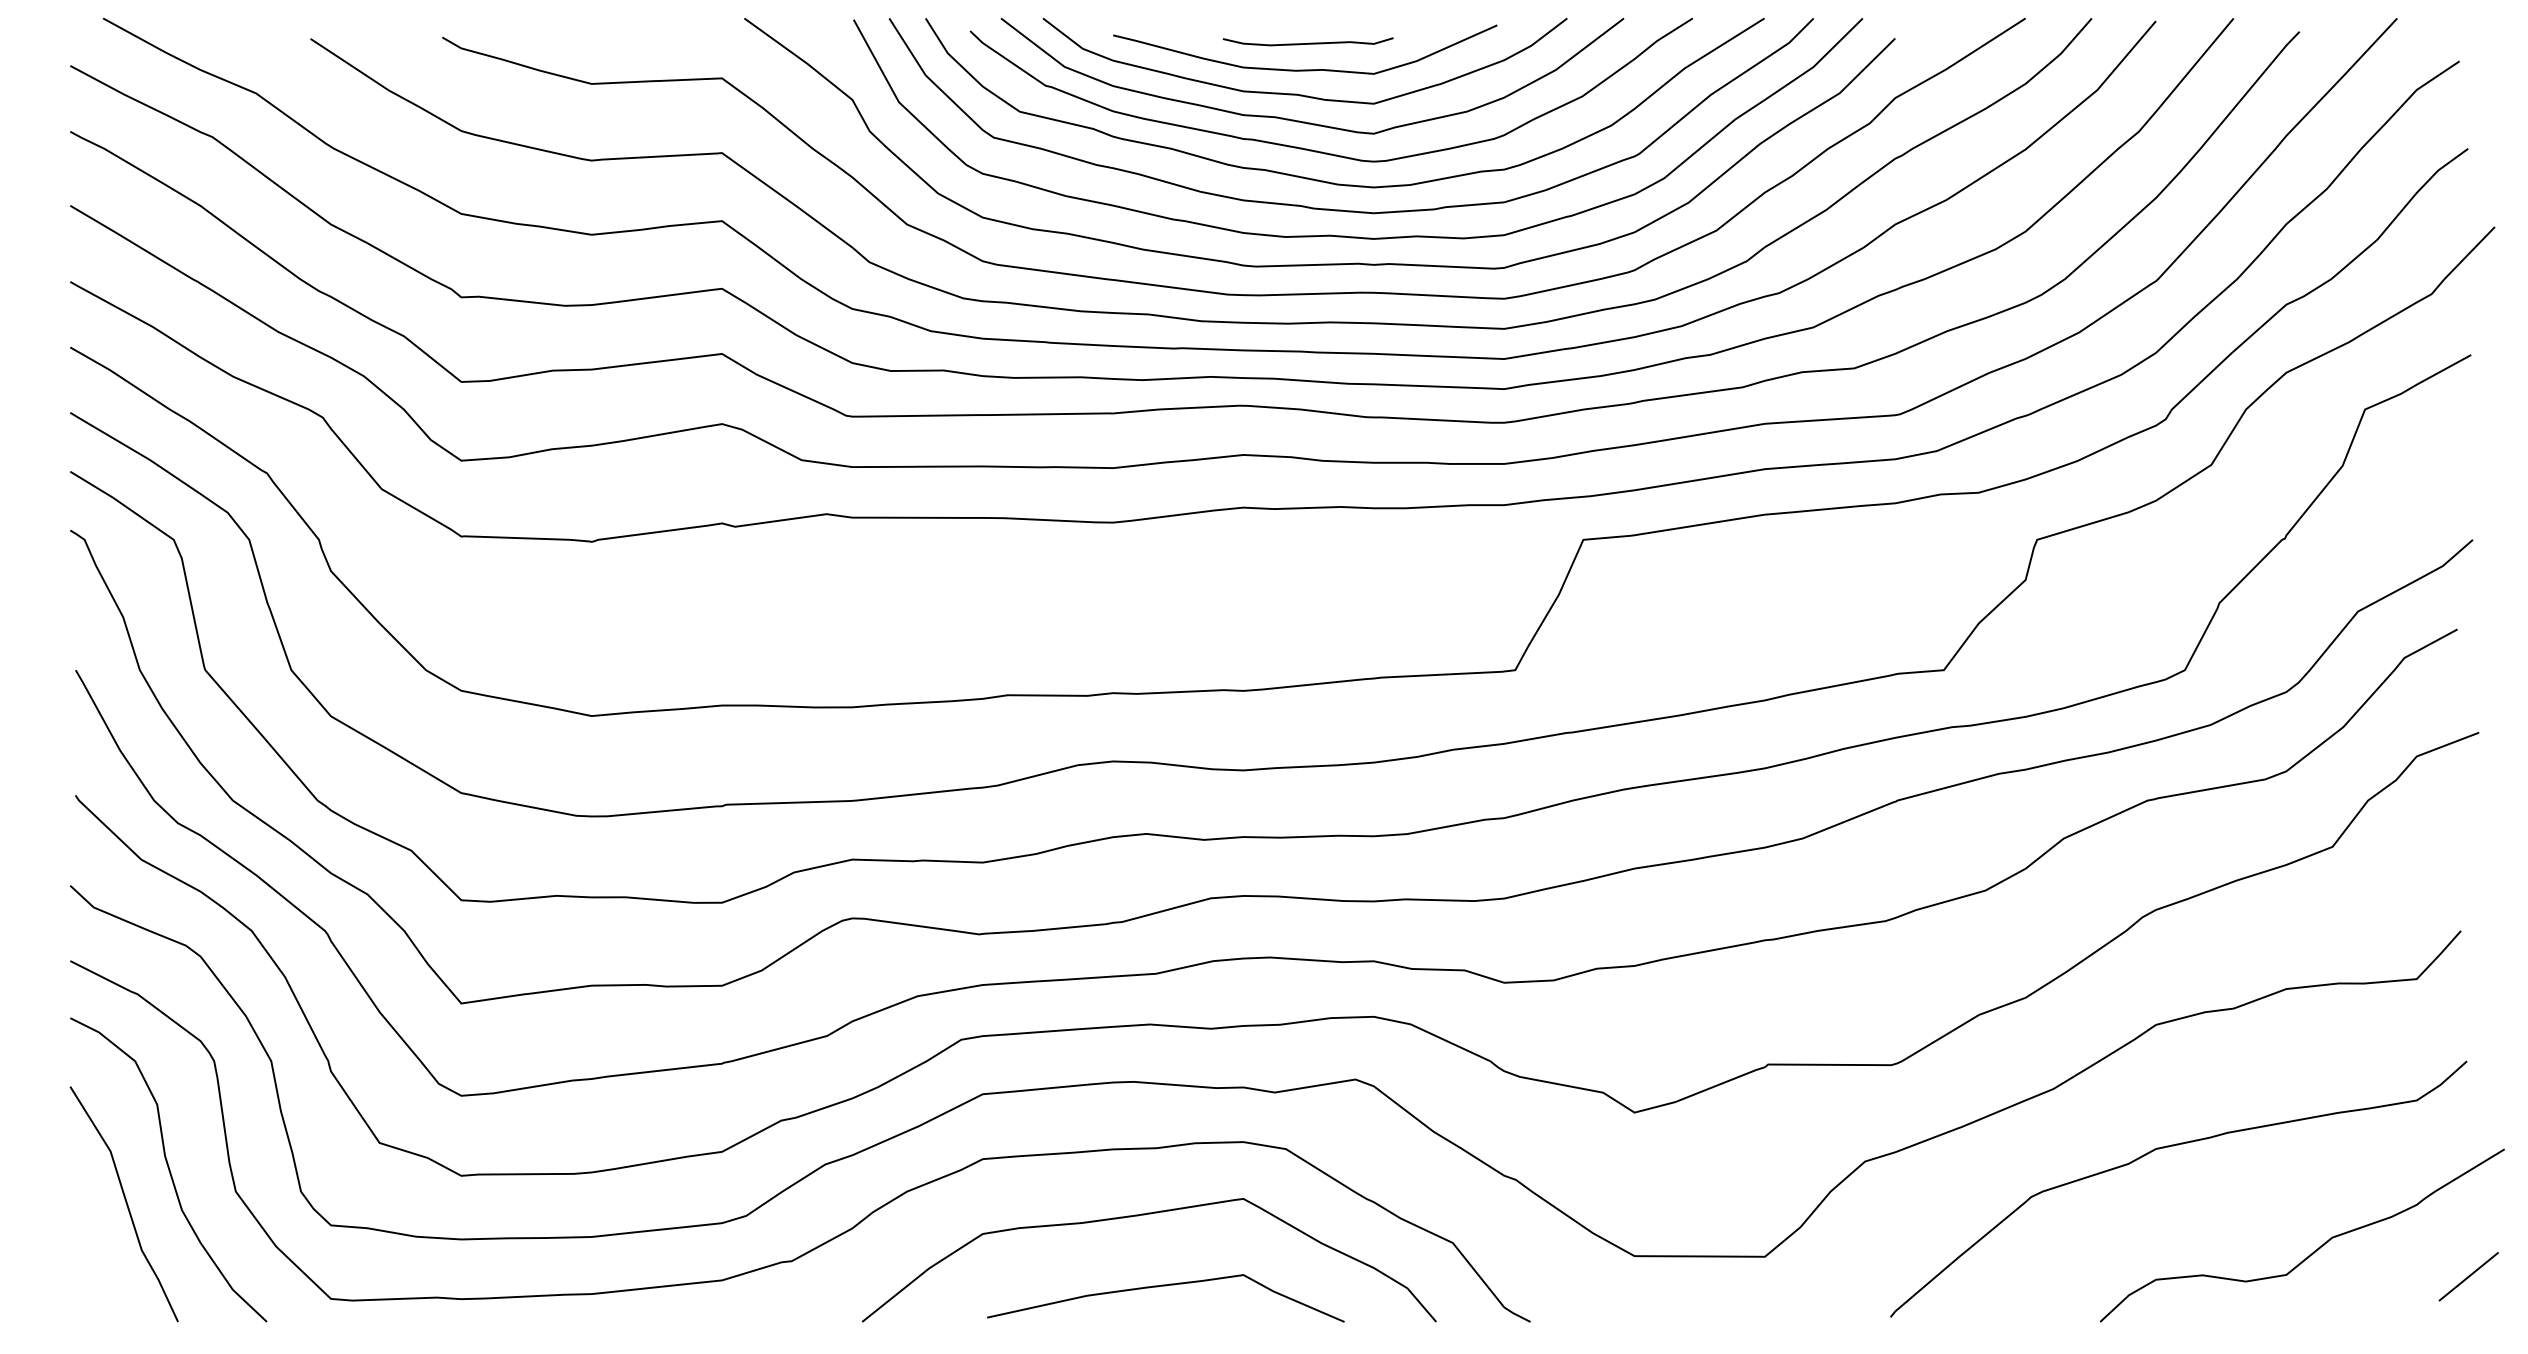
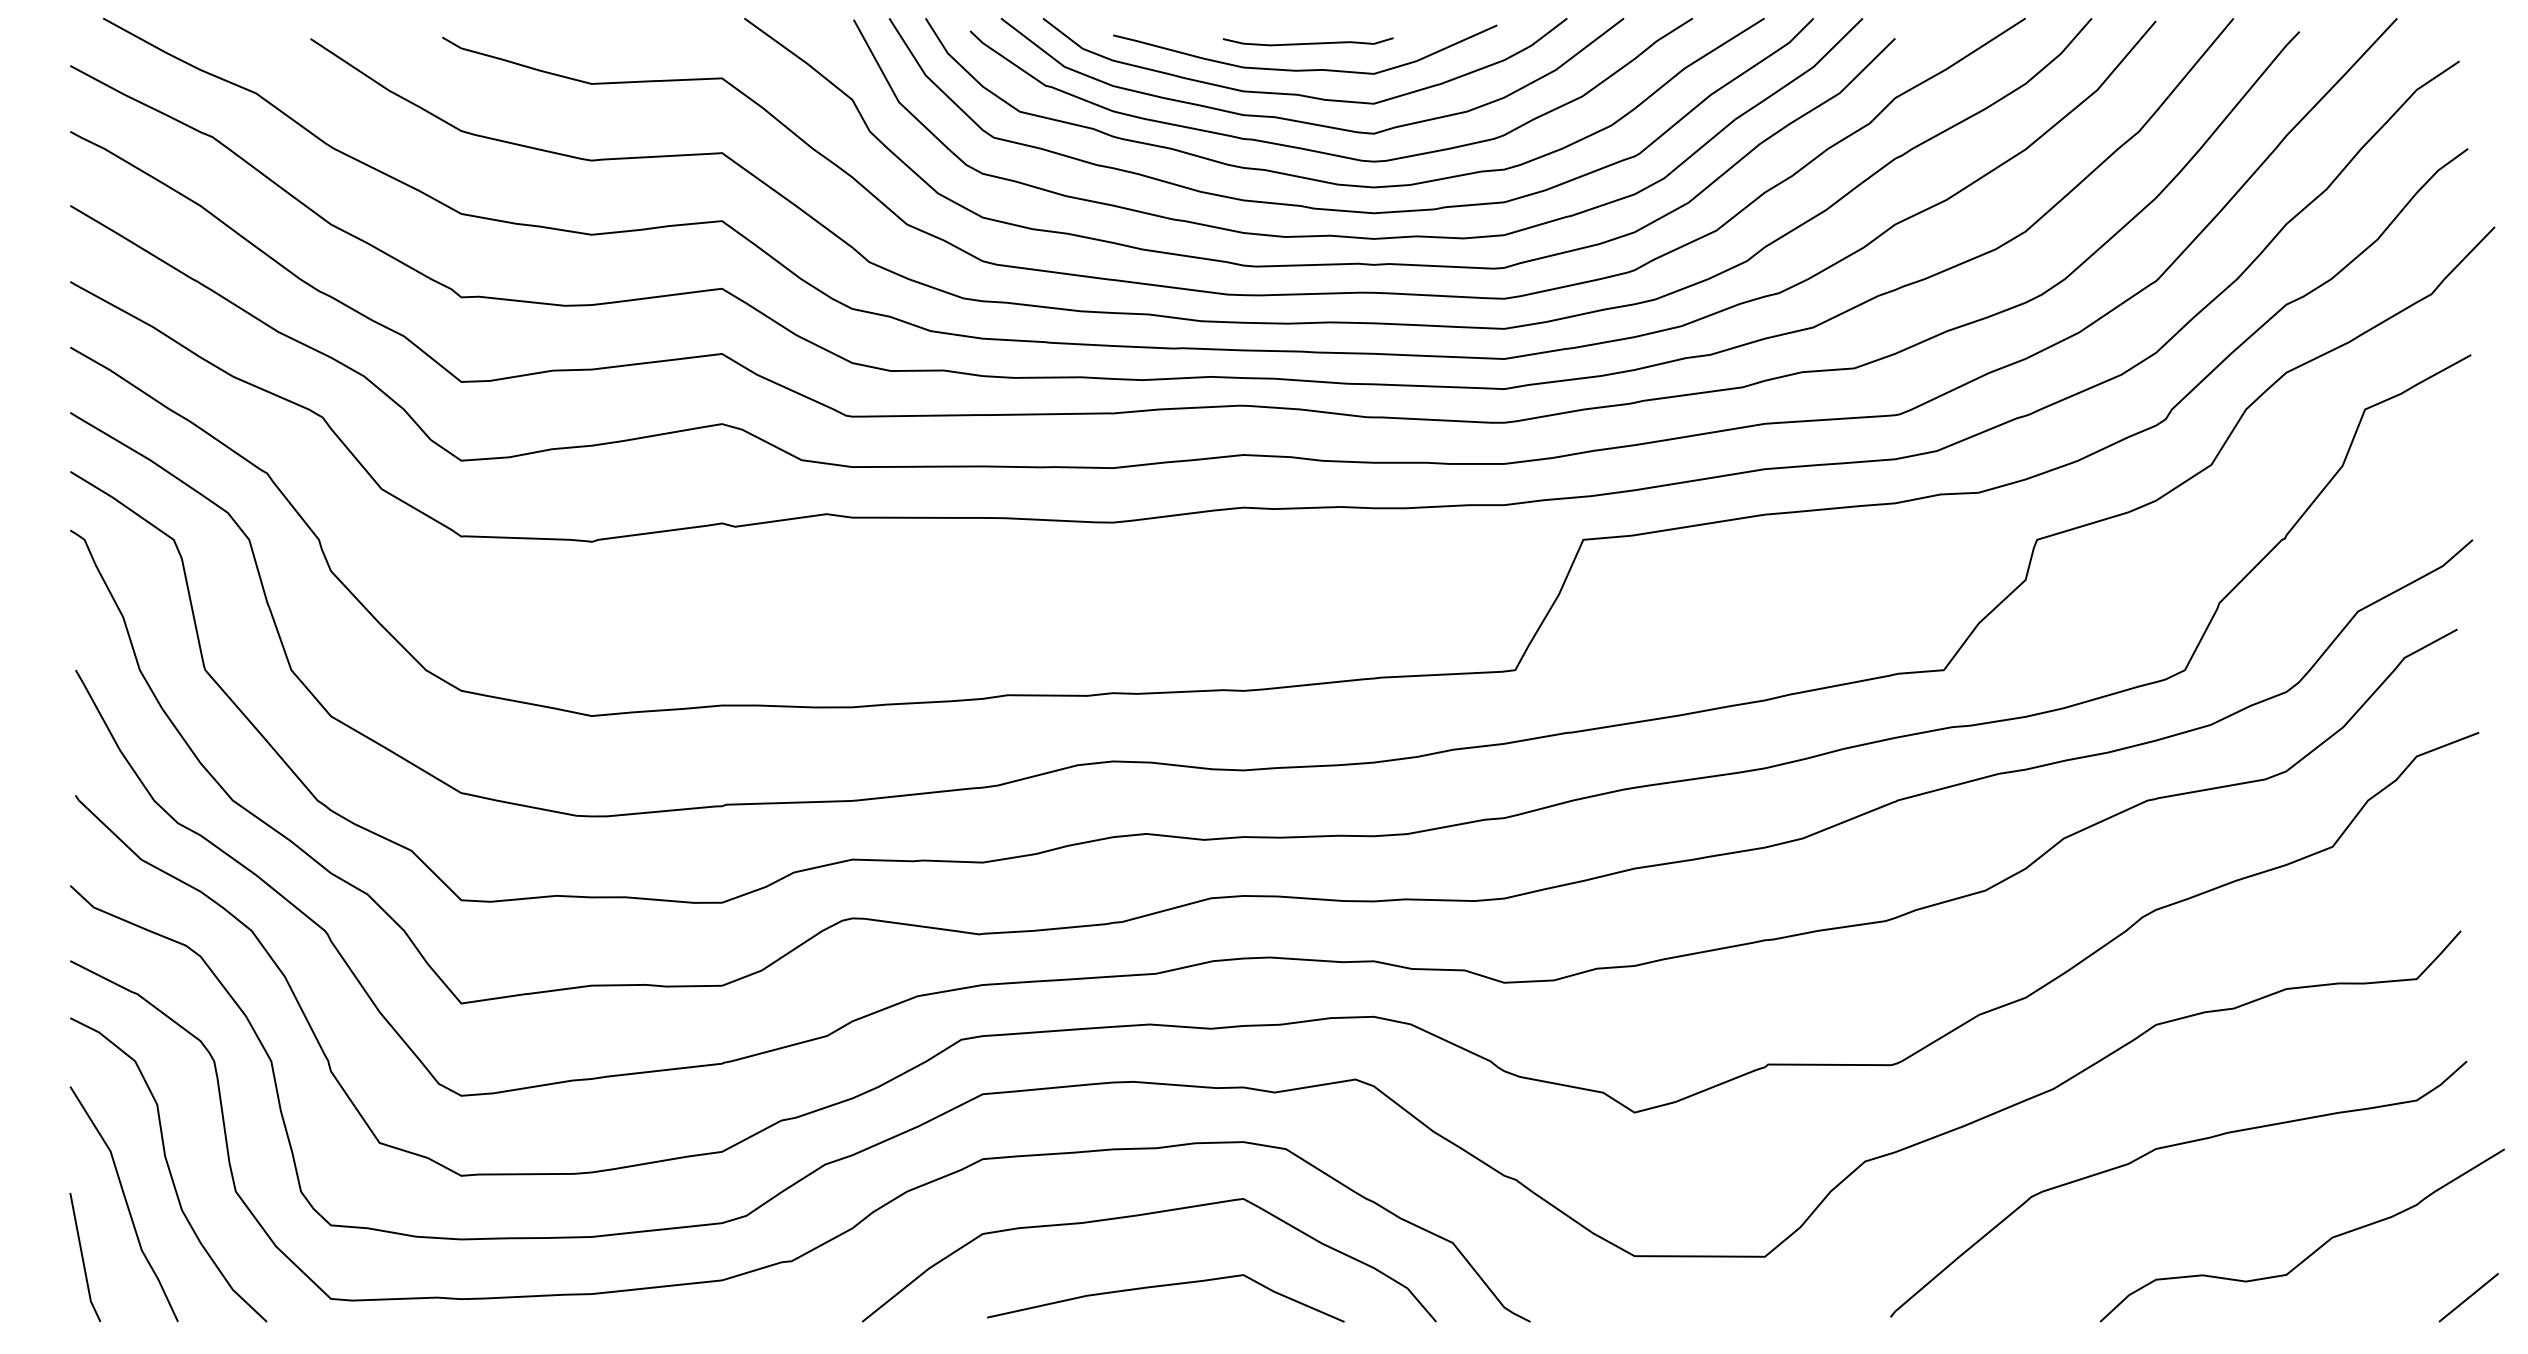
line at (83, 1257): none -> present
line at (2468, 1276) position: (2468, 1276) -> (2468, 1297)
